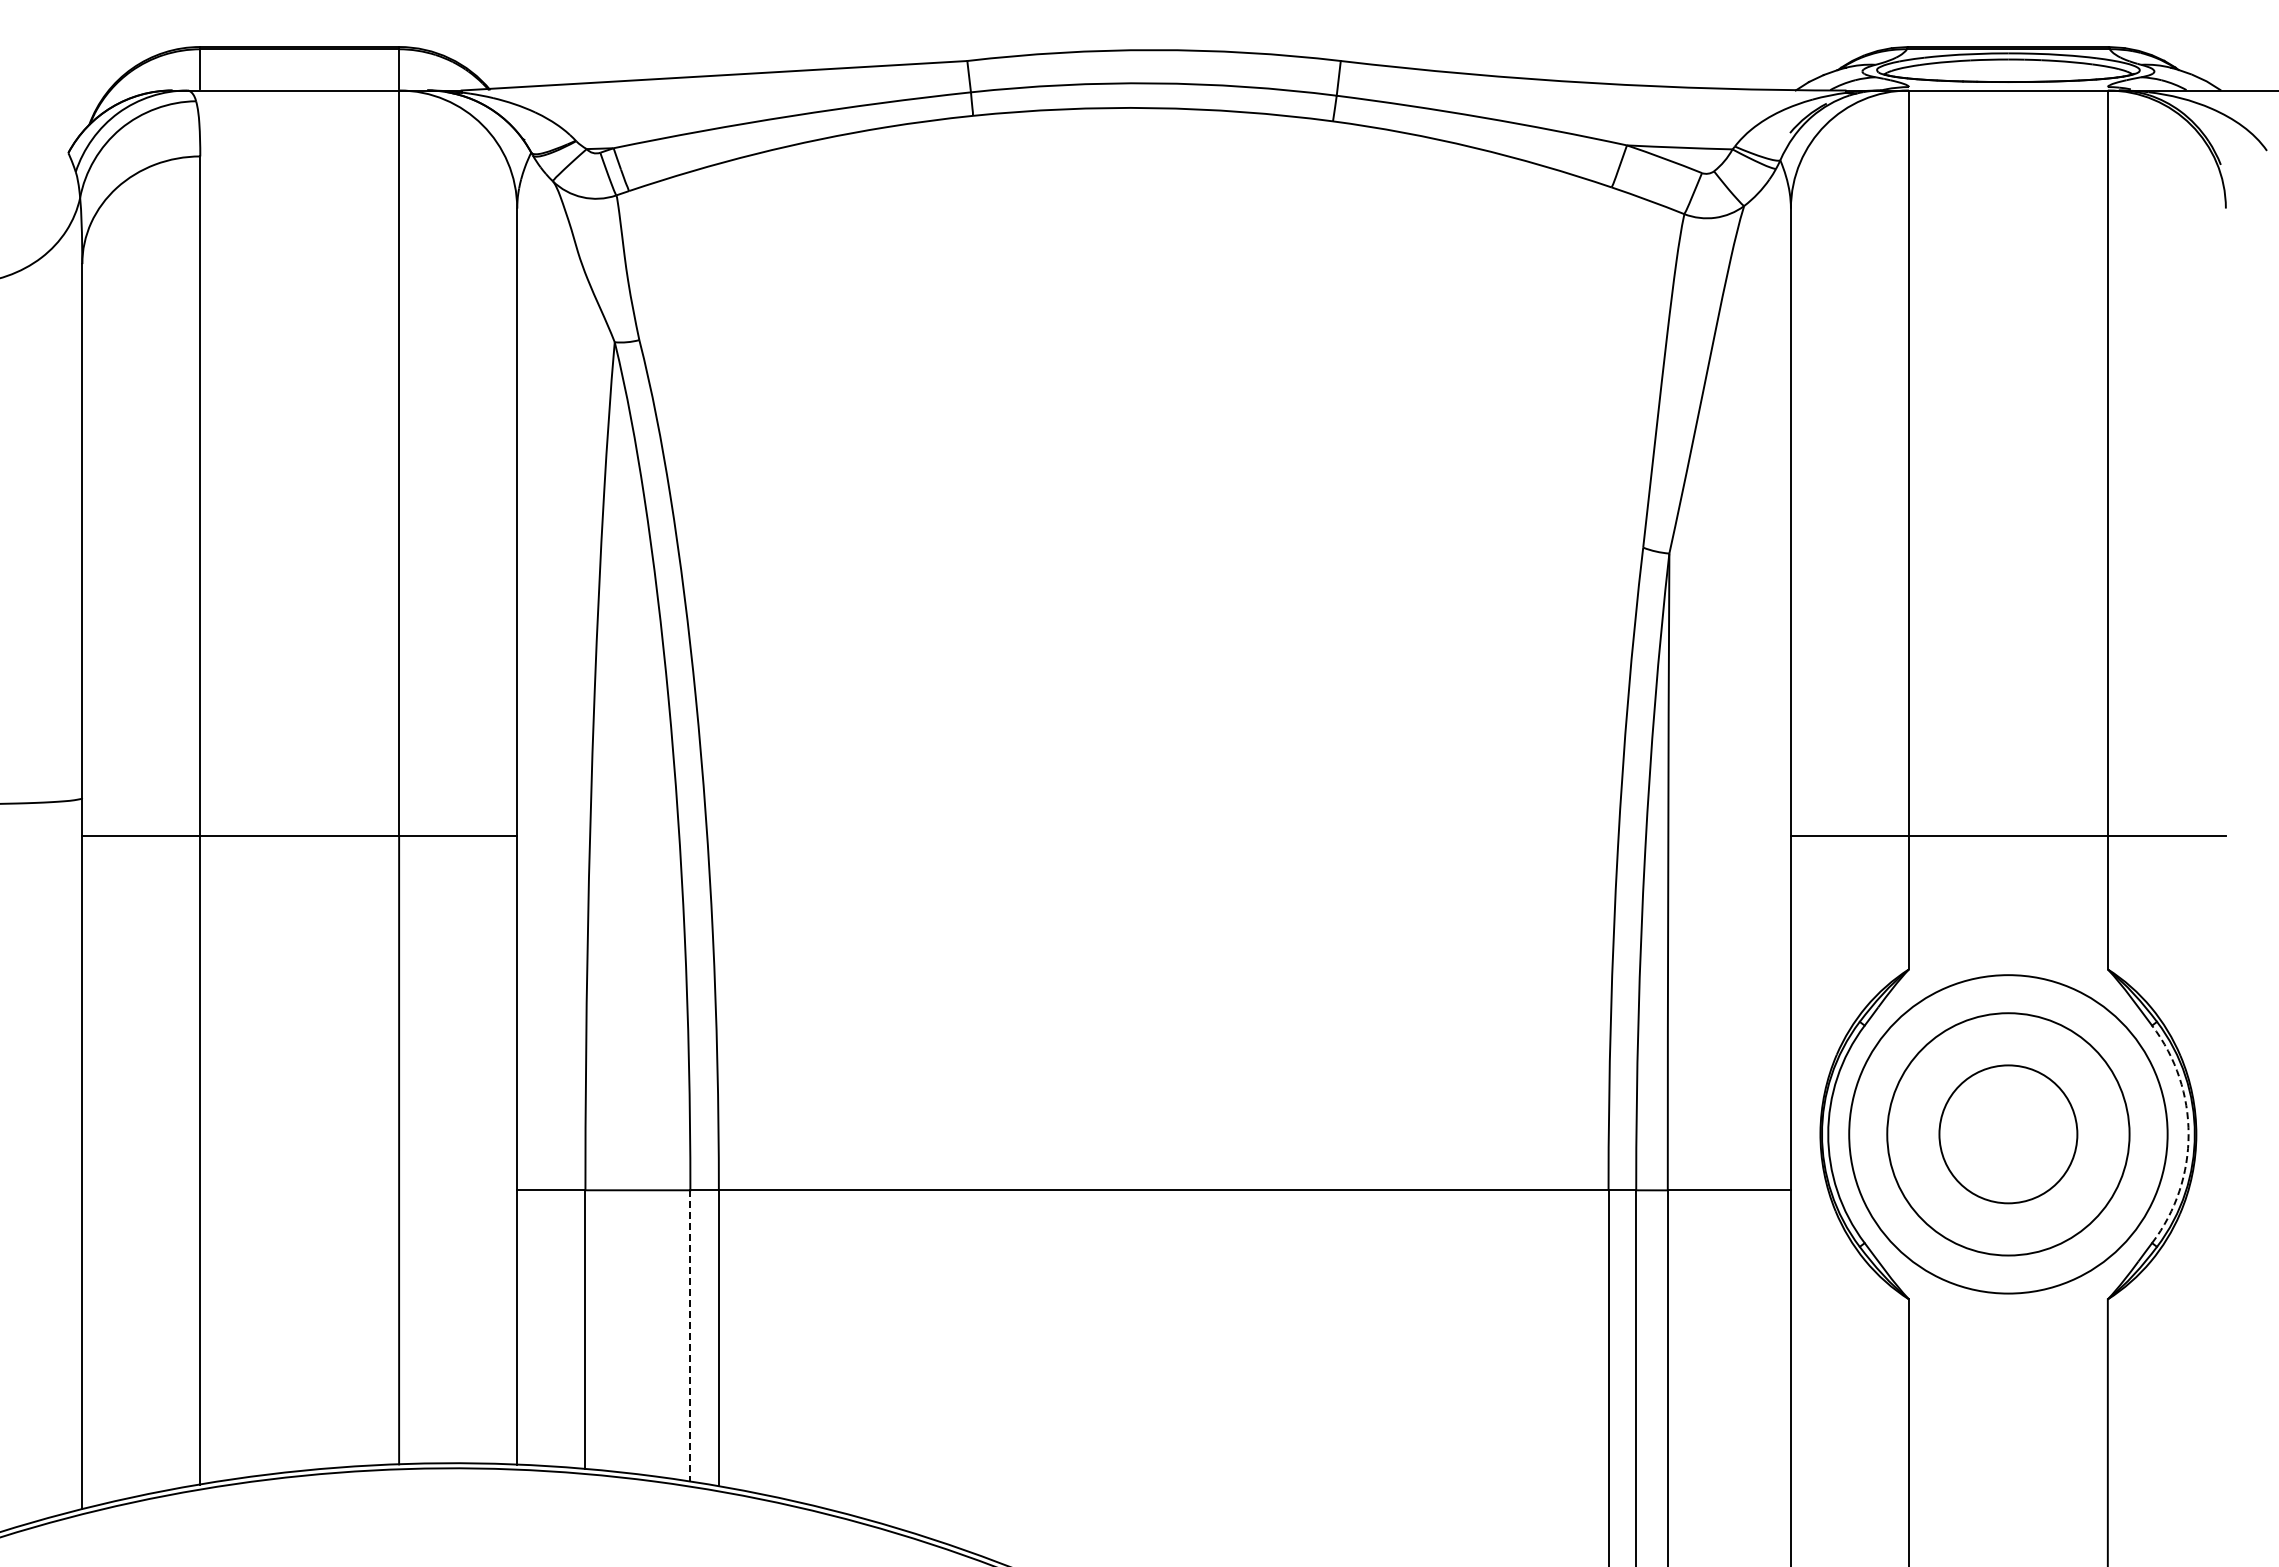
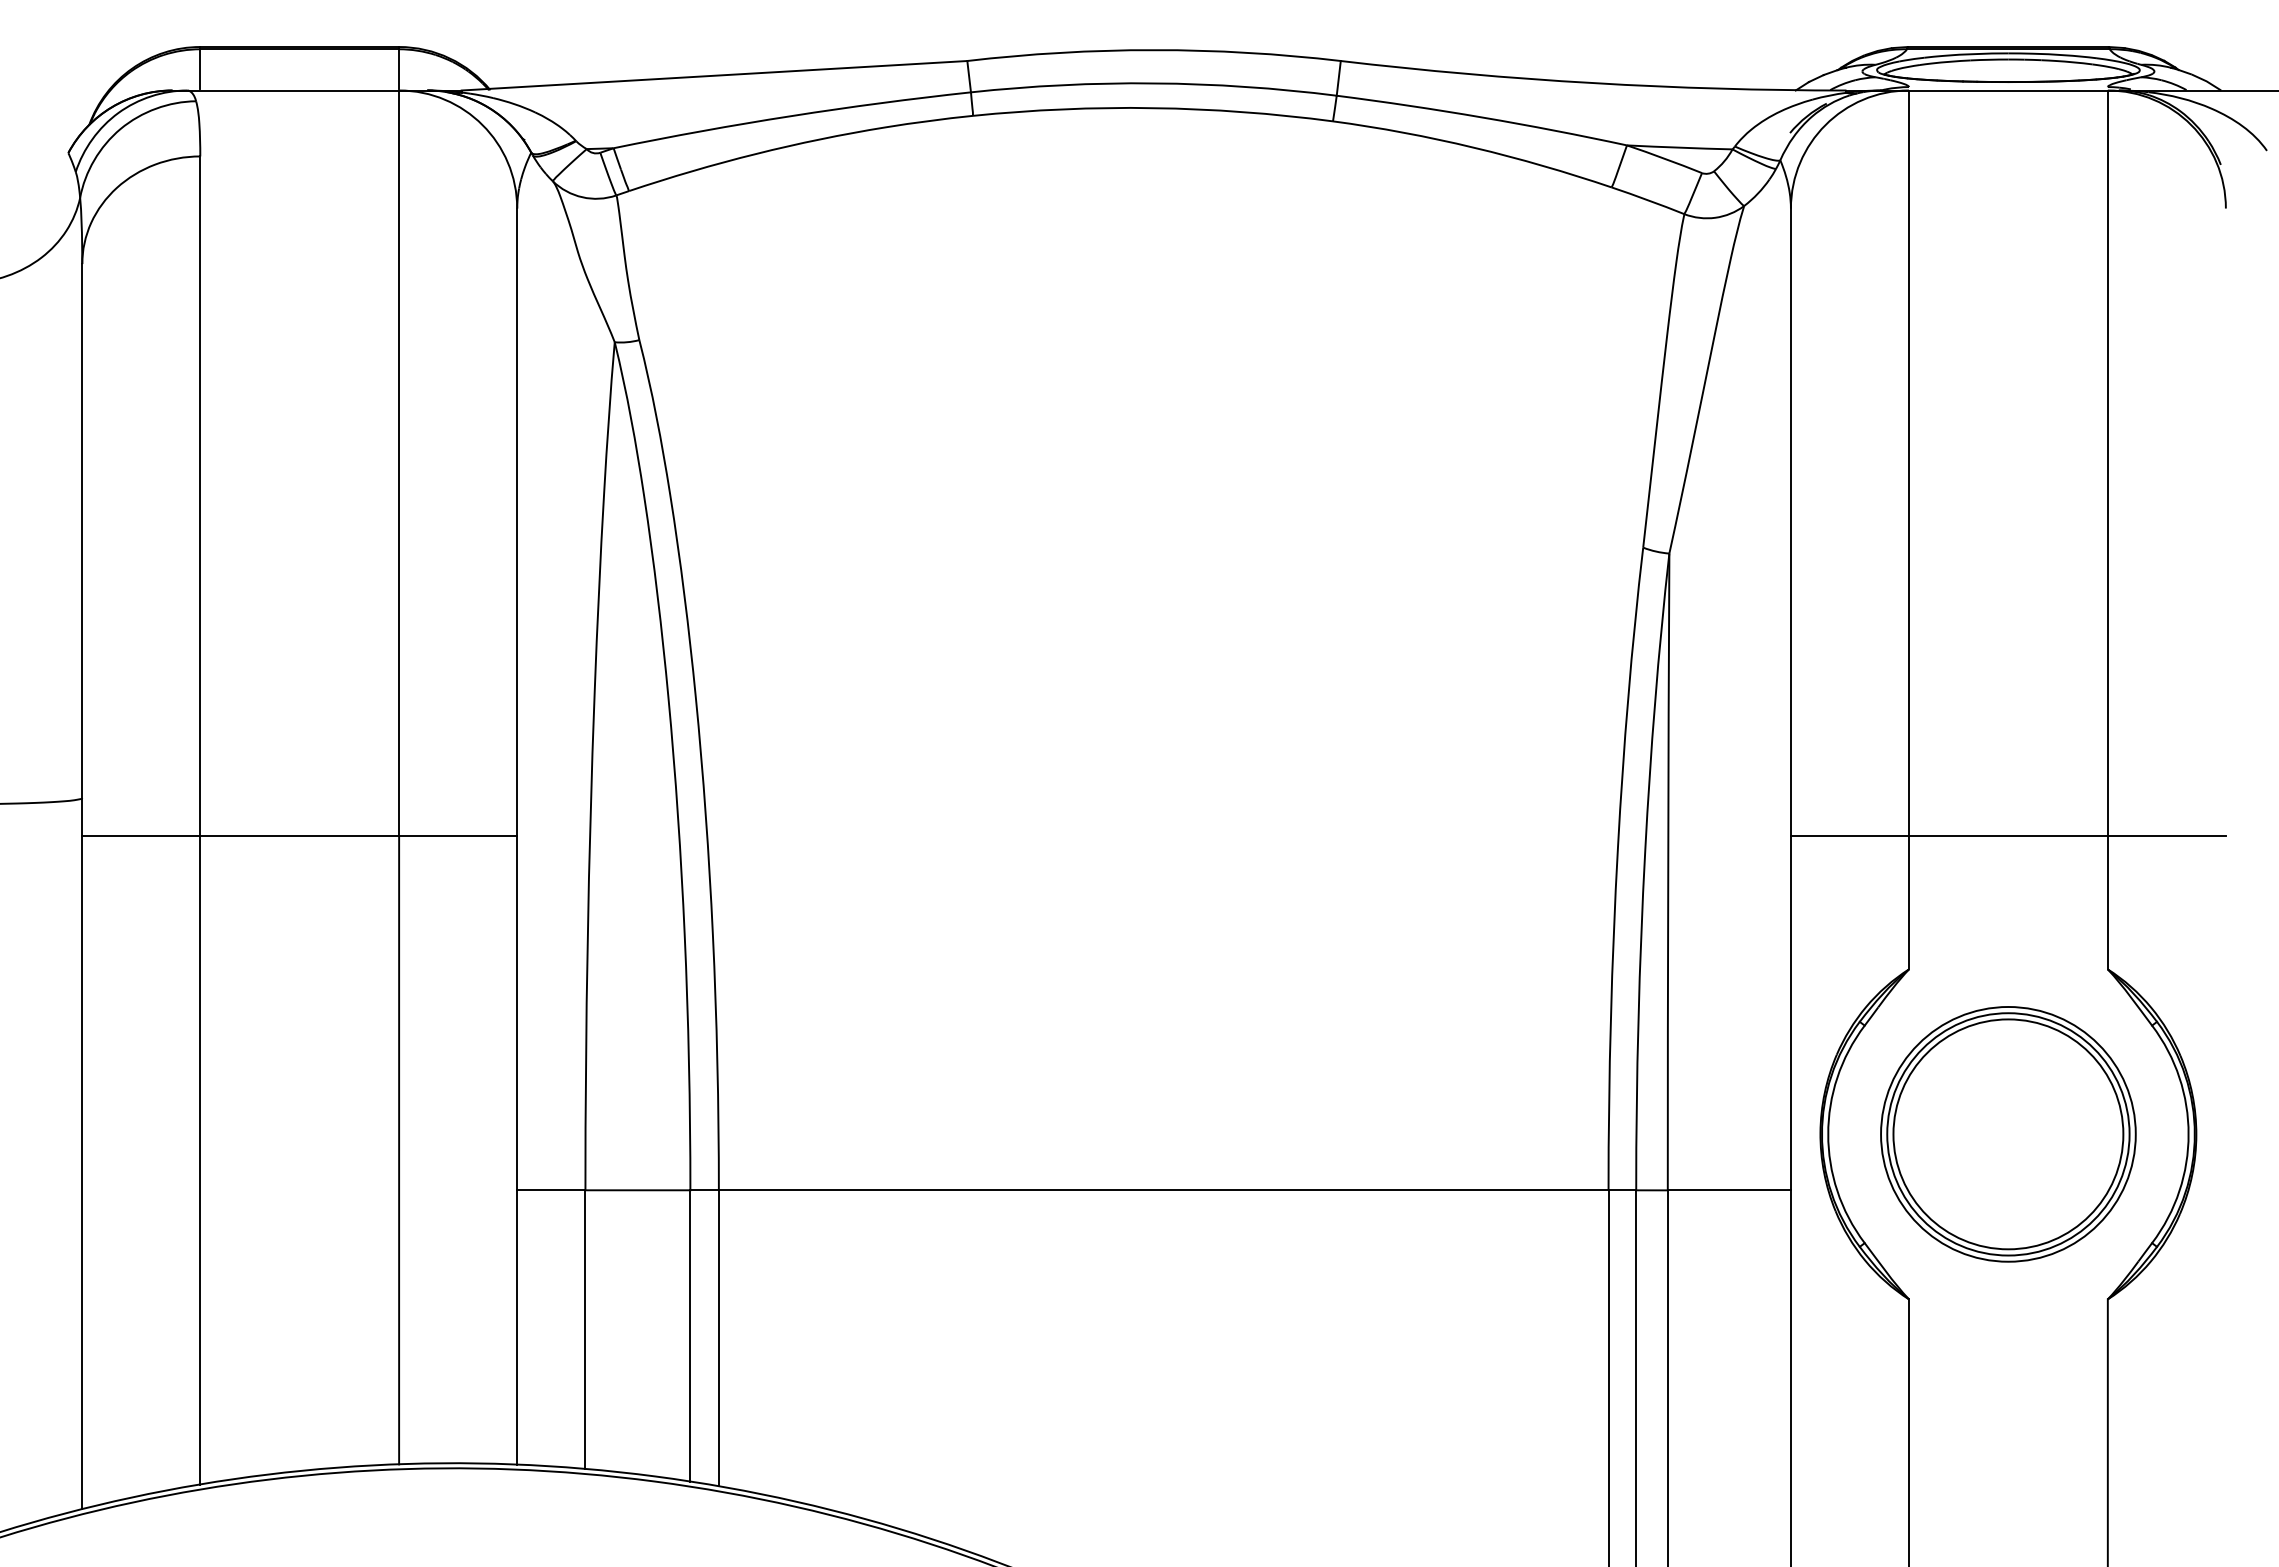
circle at (2008, 1134) diameter: 138 px -> 230 px
circle at (2008, 1134) diameter: 318 px -> 255 px
arc at (2188, 1134): dashed -> solid
line at (690, 1335): dashed -> solid
